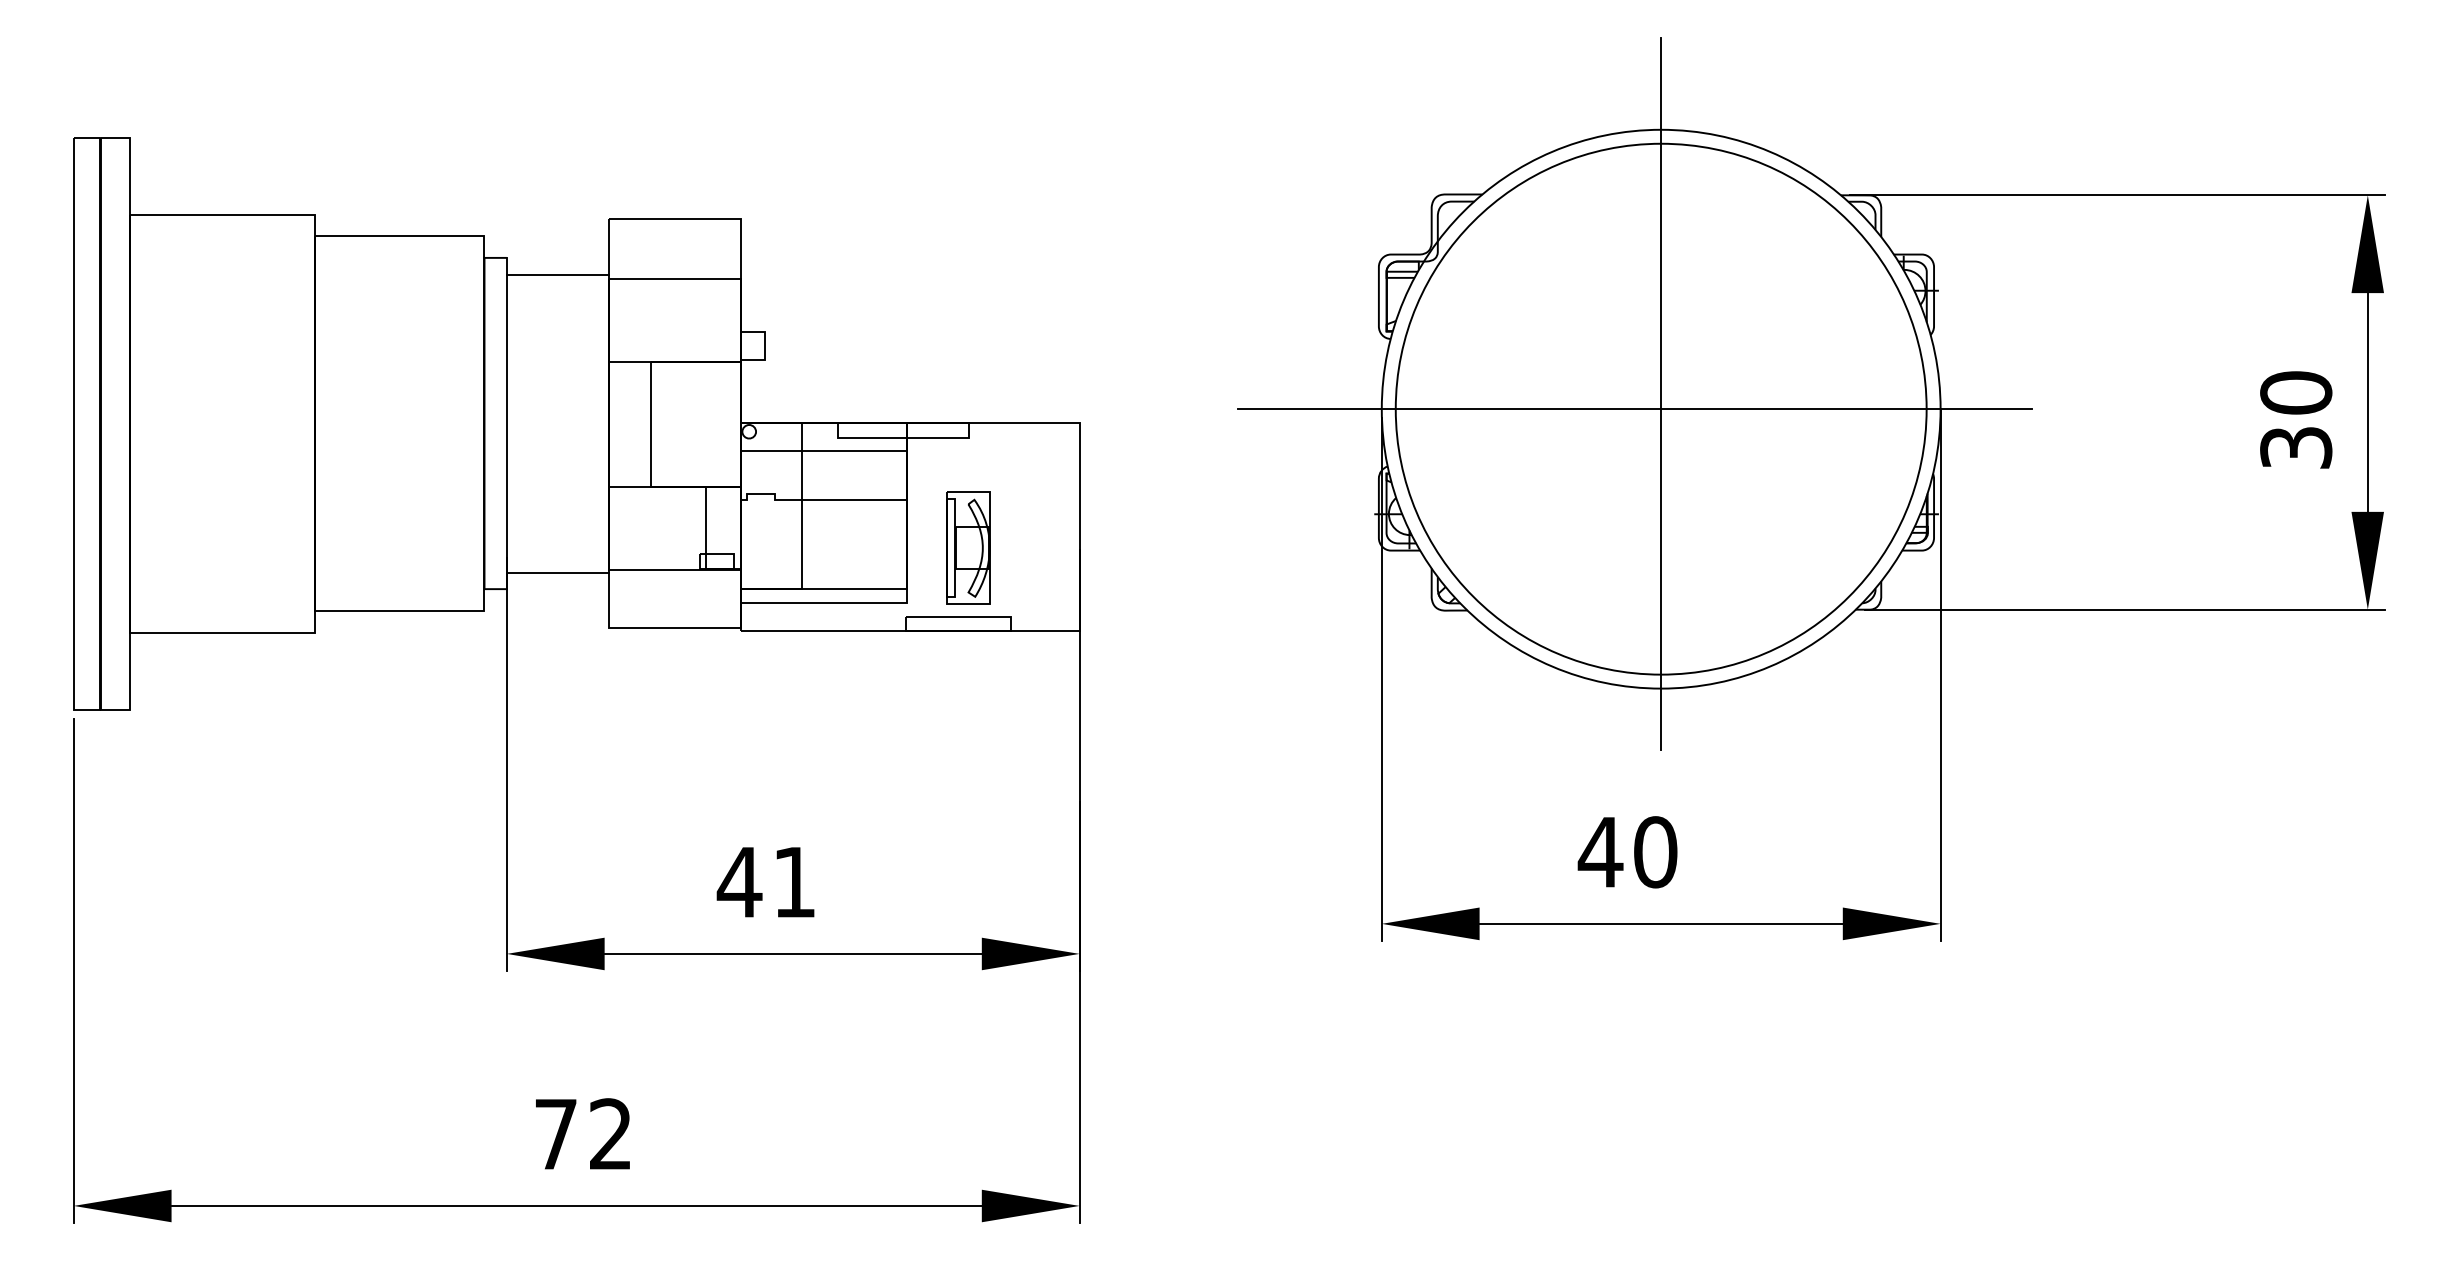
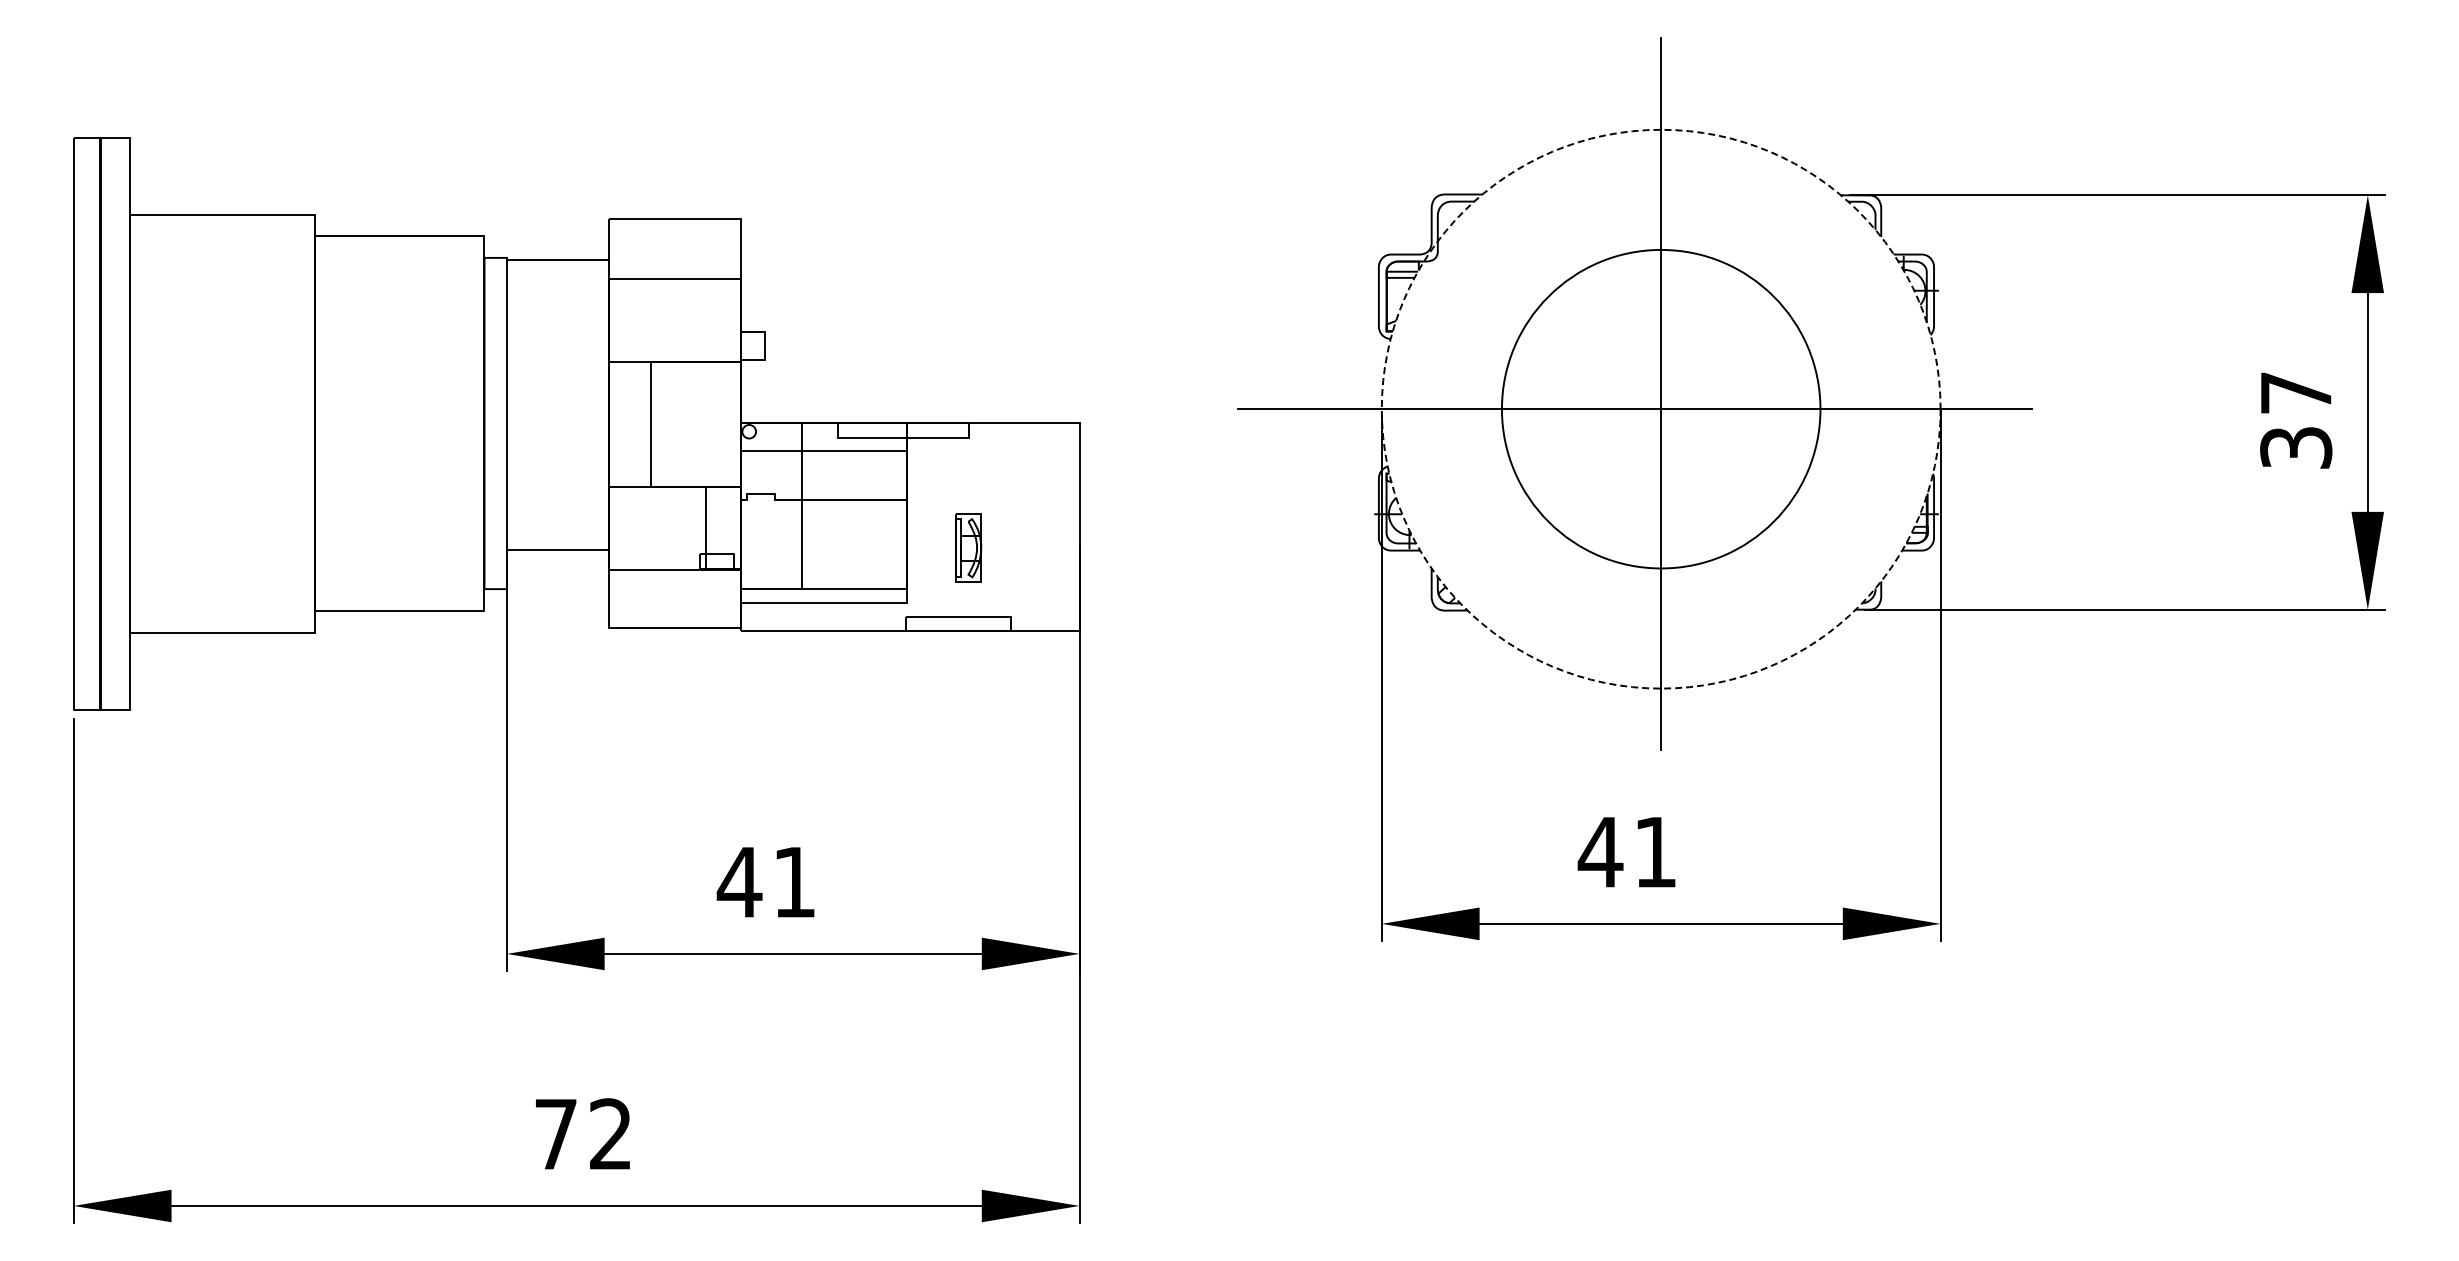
line at (557, 275) position: (557, 275) -> (557, 260)
text at (2296, 392): 30 -> 37
circle at (1660, 408) diameter: 531 px -> 319 px
circle at (1660, 408): solid -> dashed
part at (968, 547) size: 45x114 px -> 28x70 px
line at (557, 572) position: (557, 572) -> (557, 549)
text at (1655, 852): 40 -> 41
